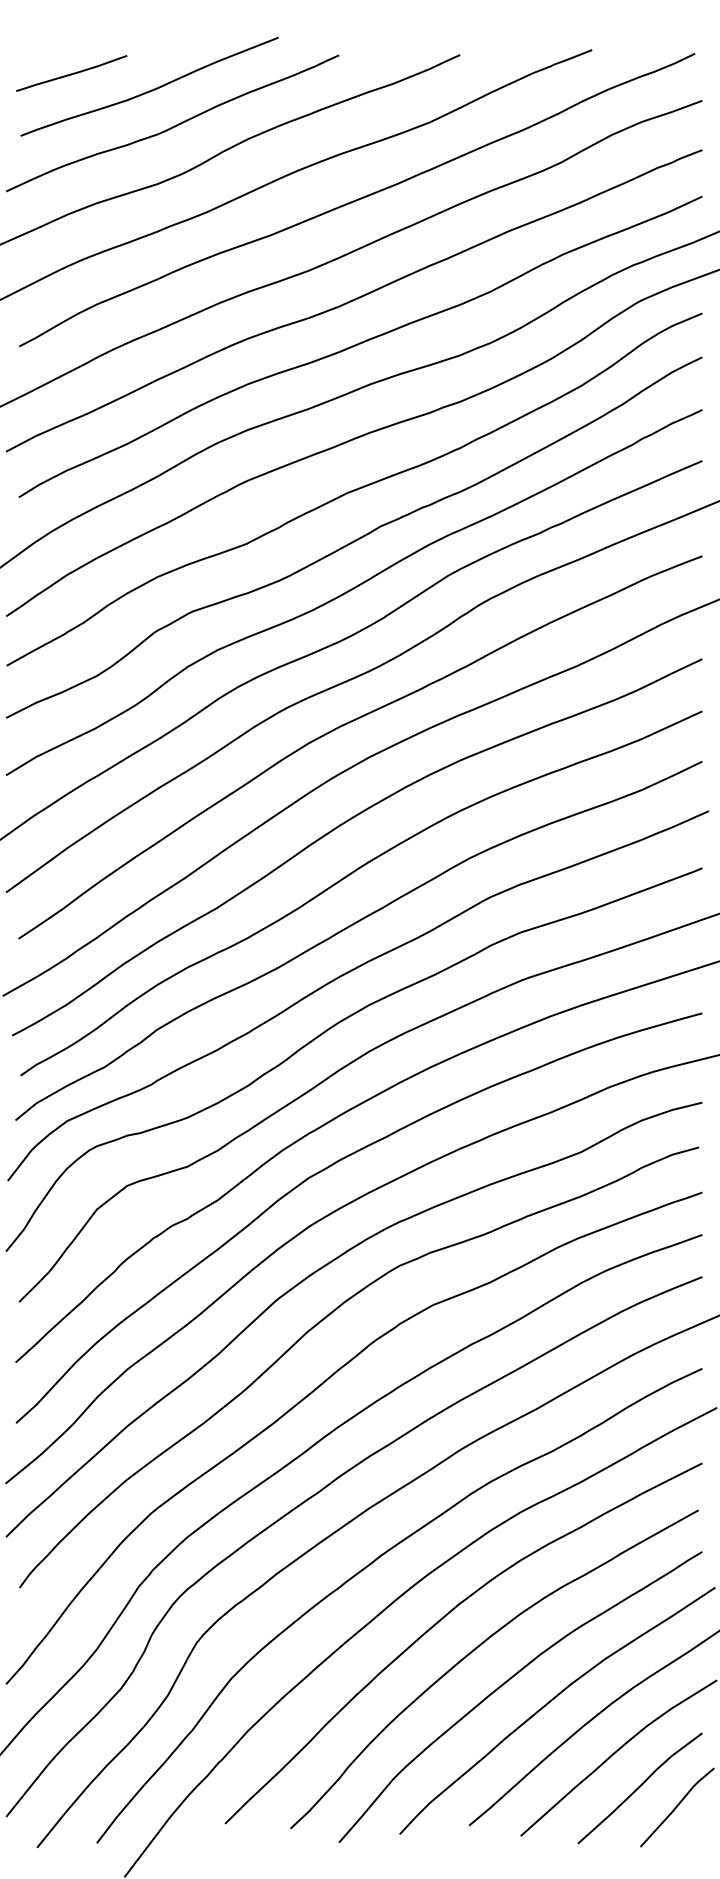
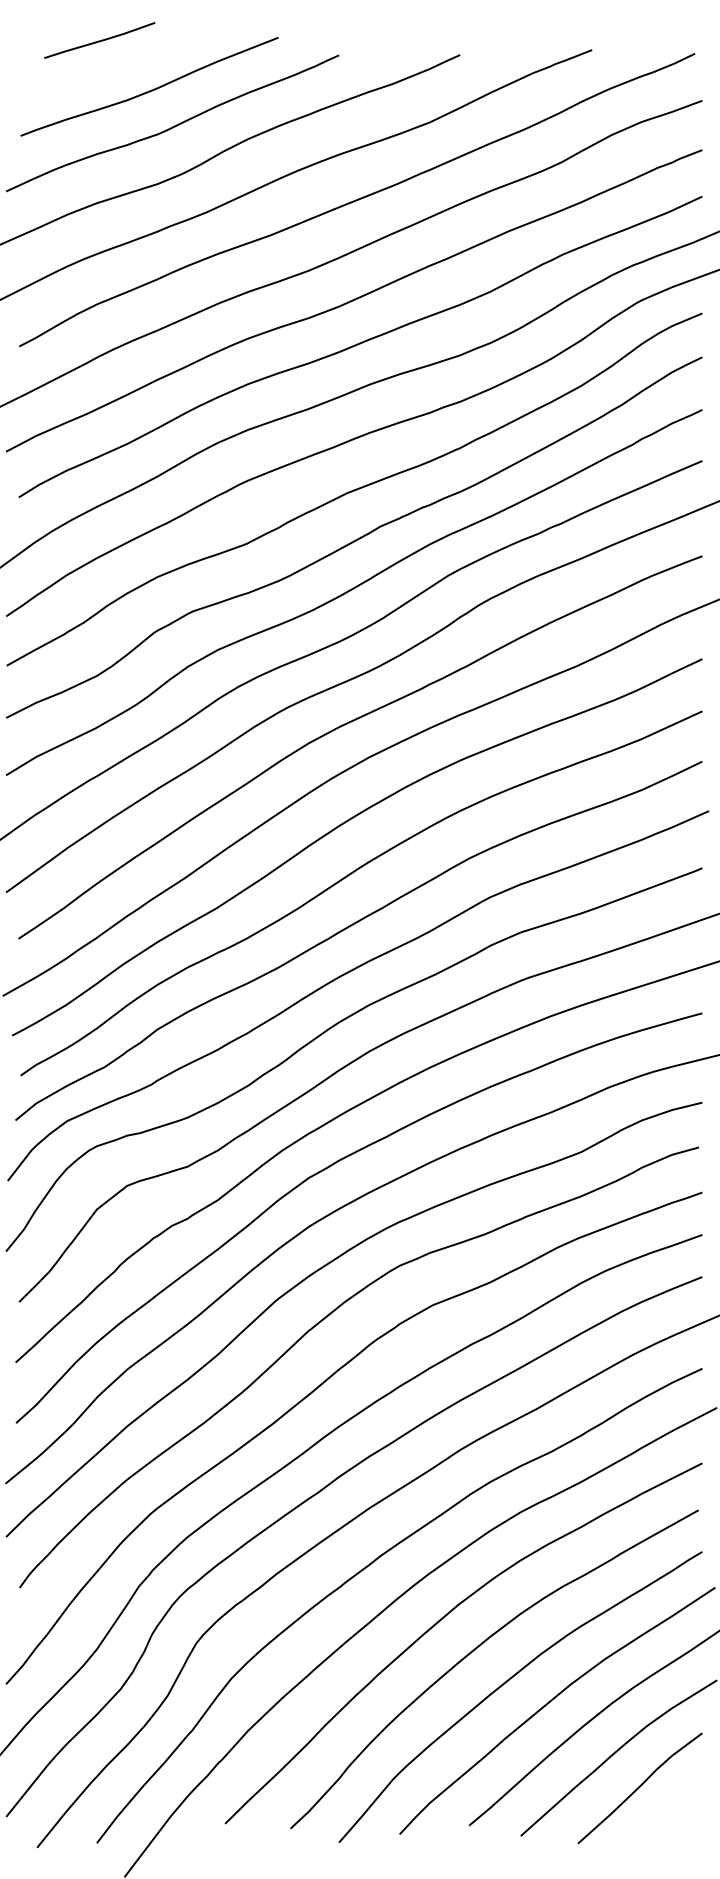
line at (71, 73) position: (71, 73) -> (99, 40)
line at (677, 1807): present -> none
